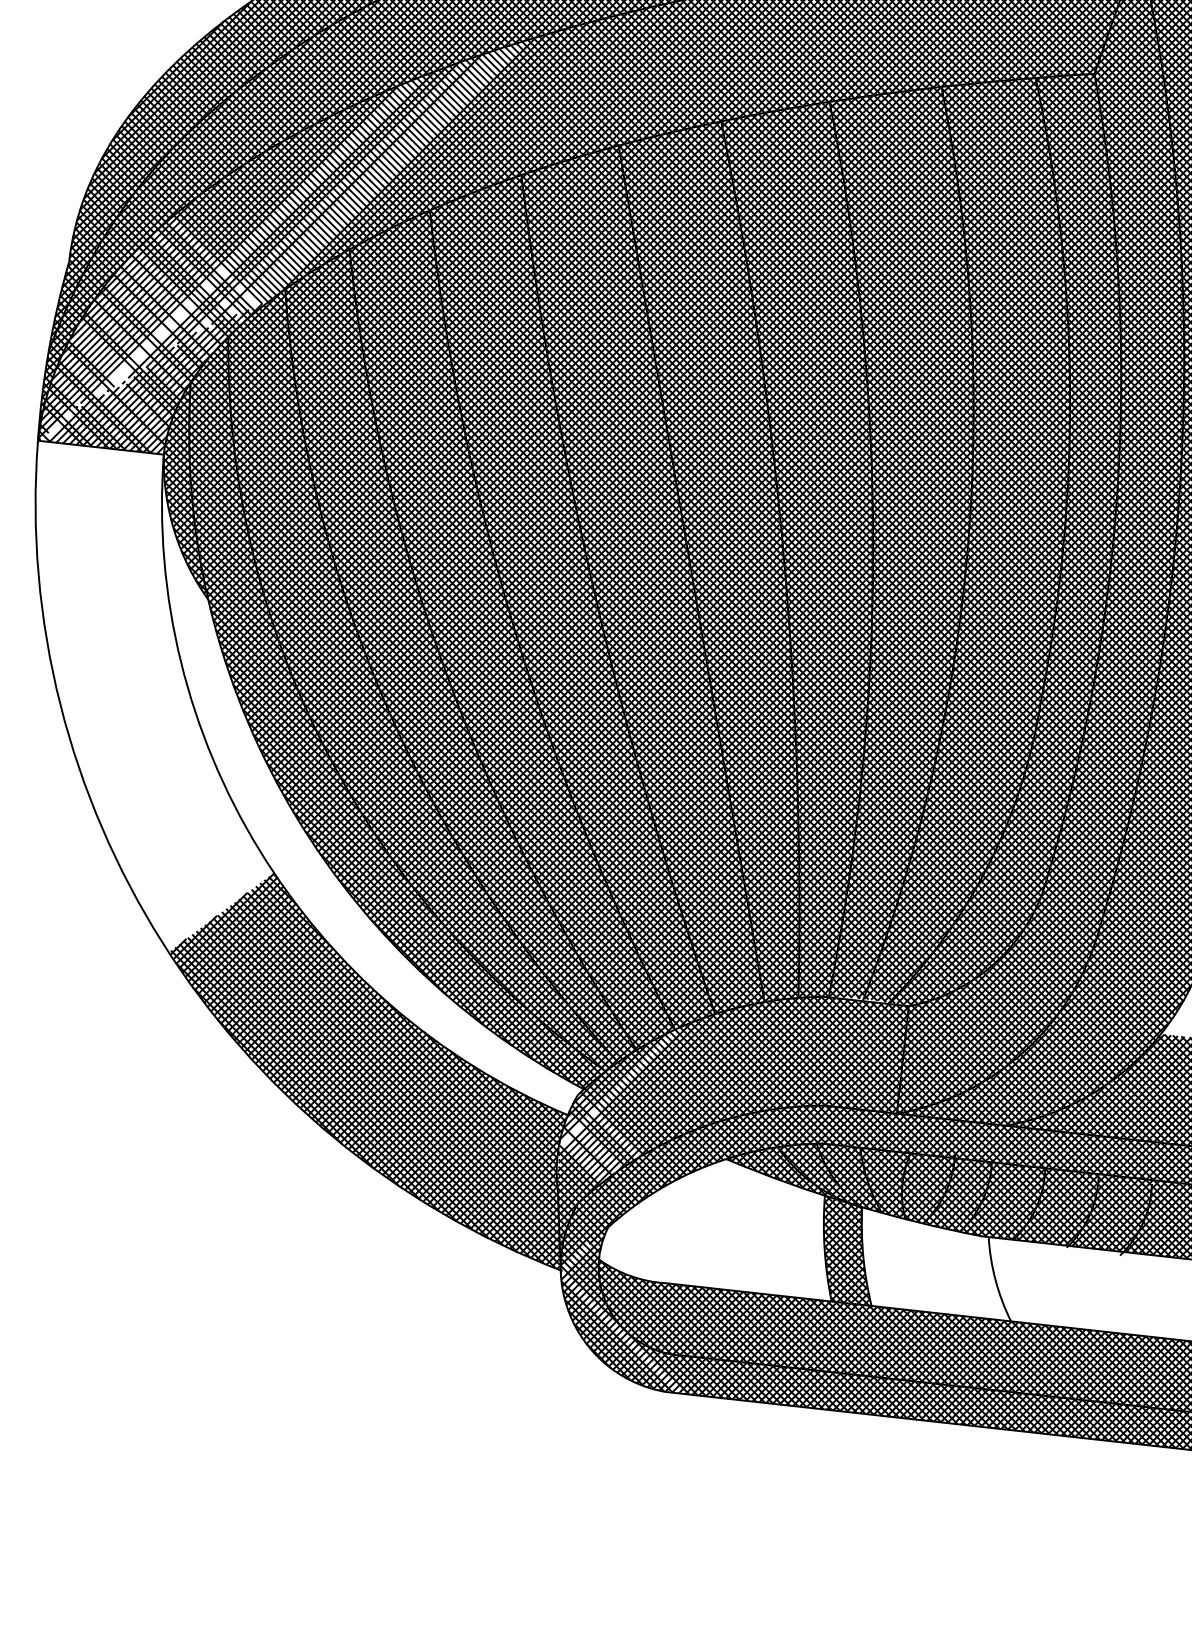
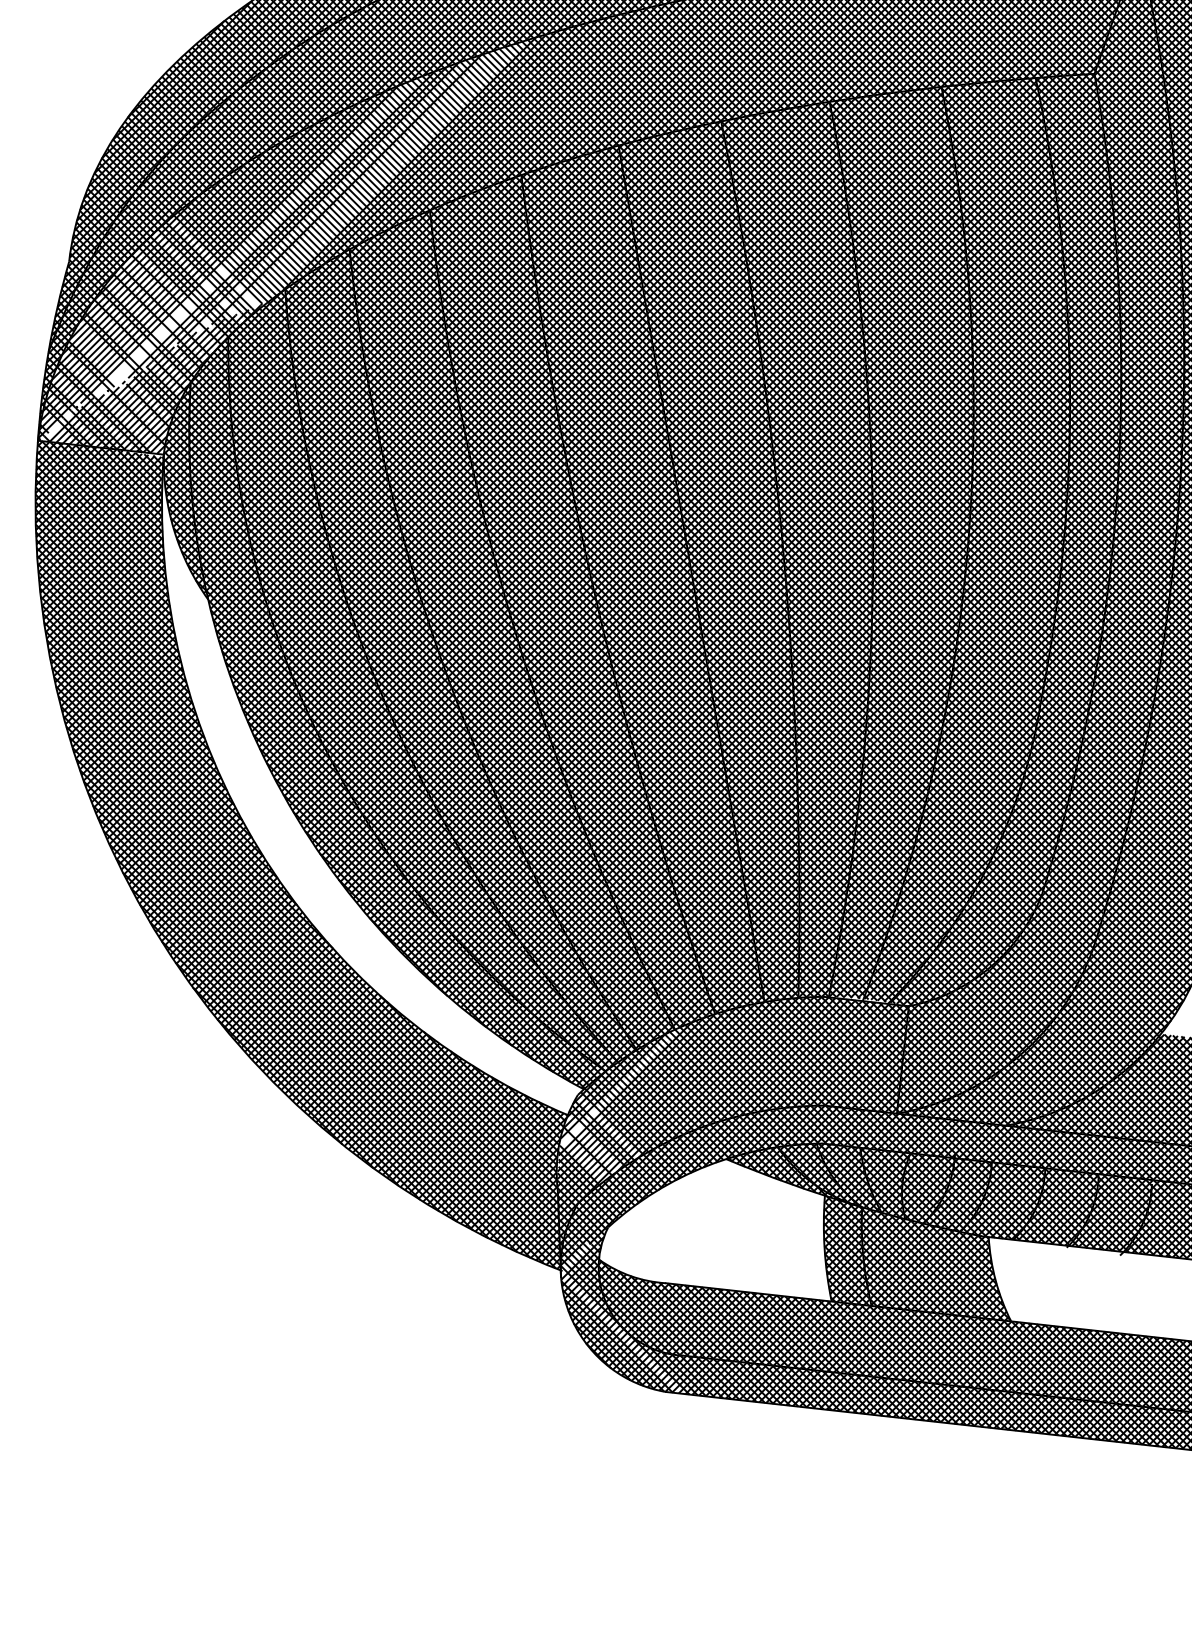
hatch at (153, 695): none -> present
hatch at (935, 1263): none -> present
